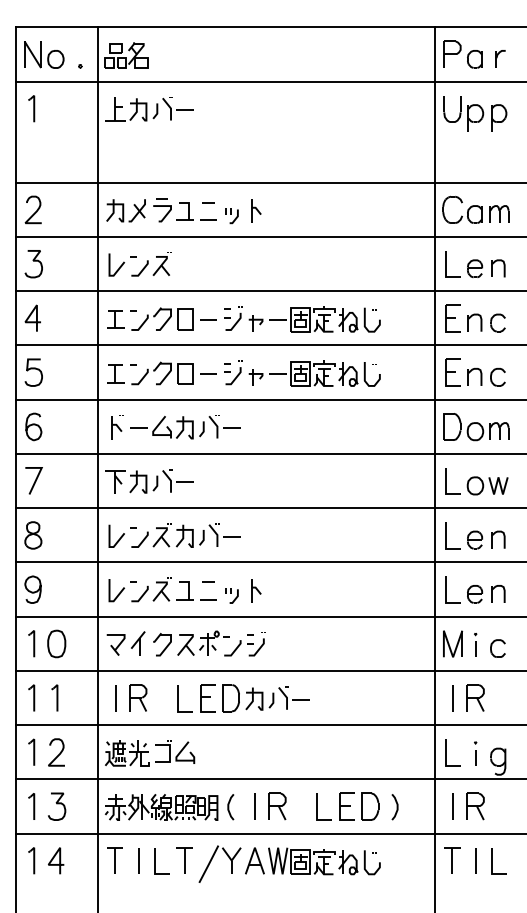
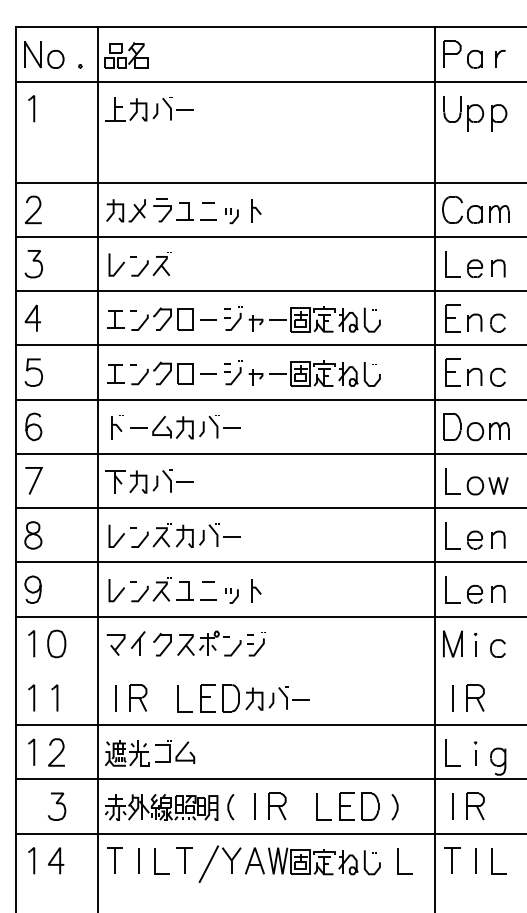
line at (269, 670): present -> none
part at (31, 806): present -> none
line at (398, 861): none -> present
